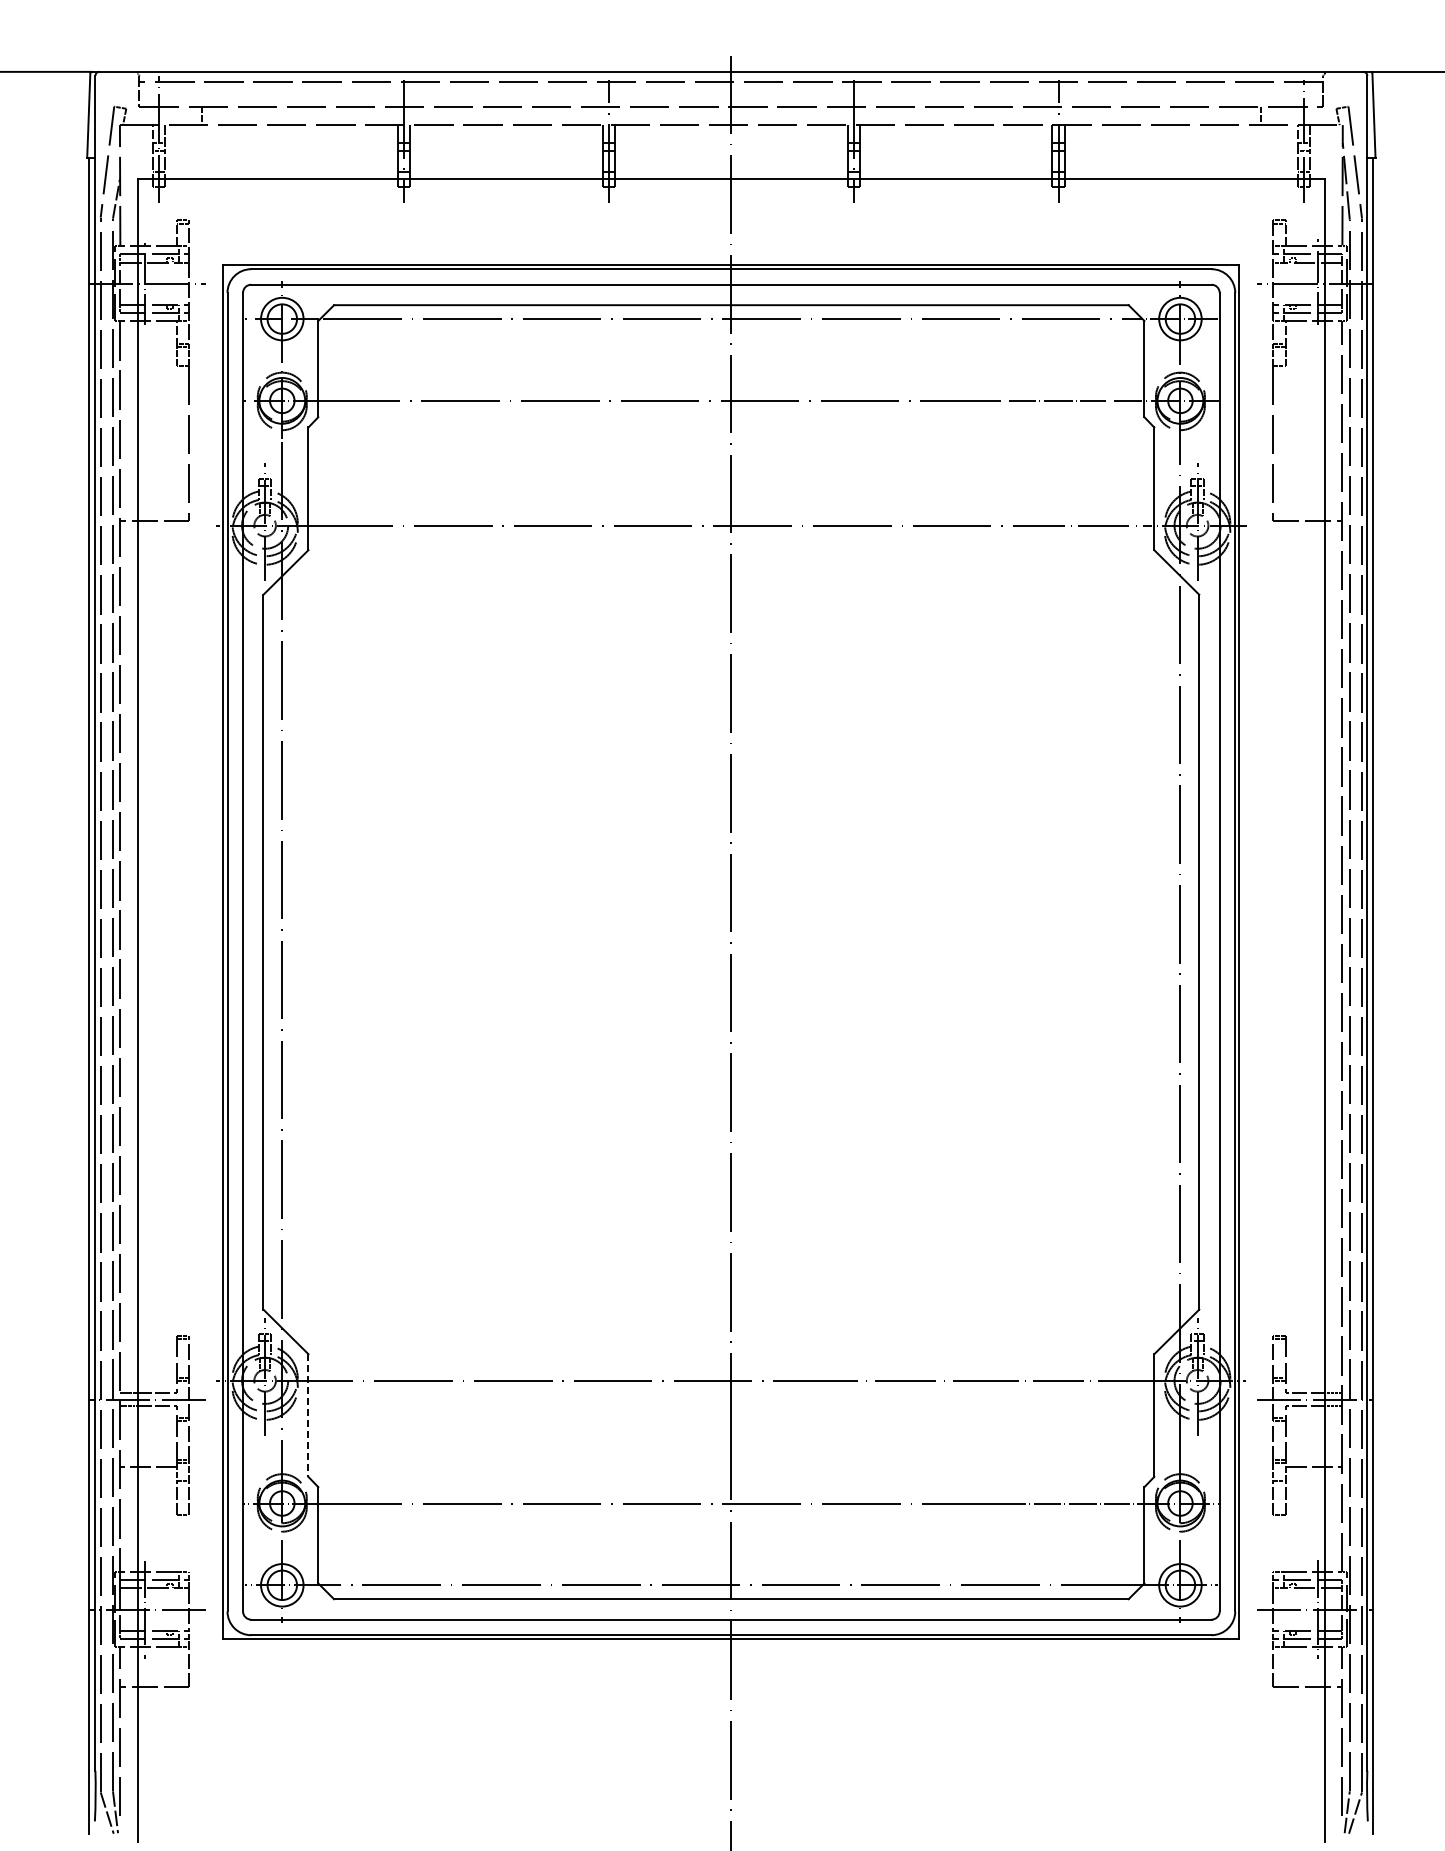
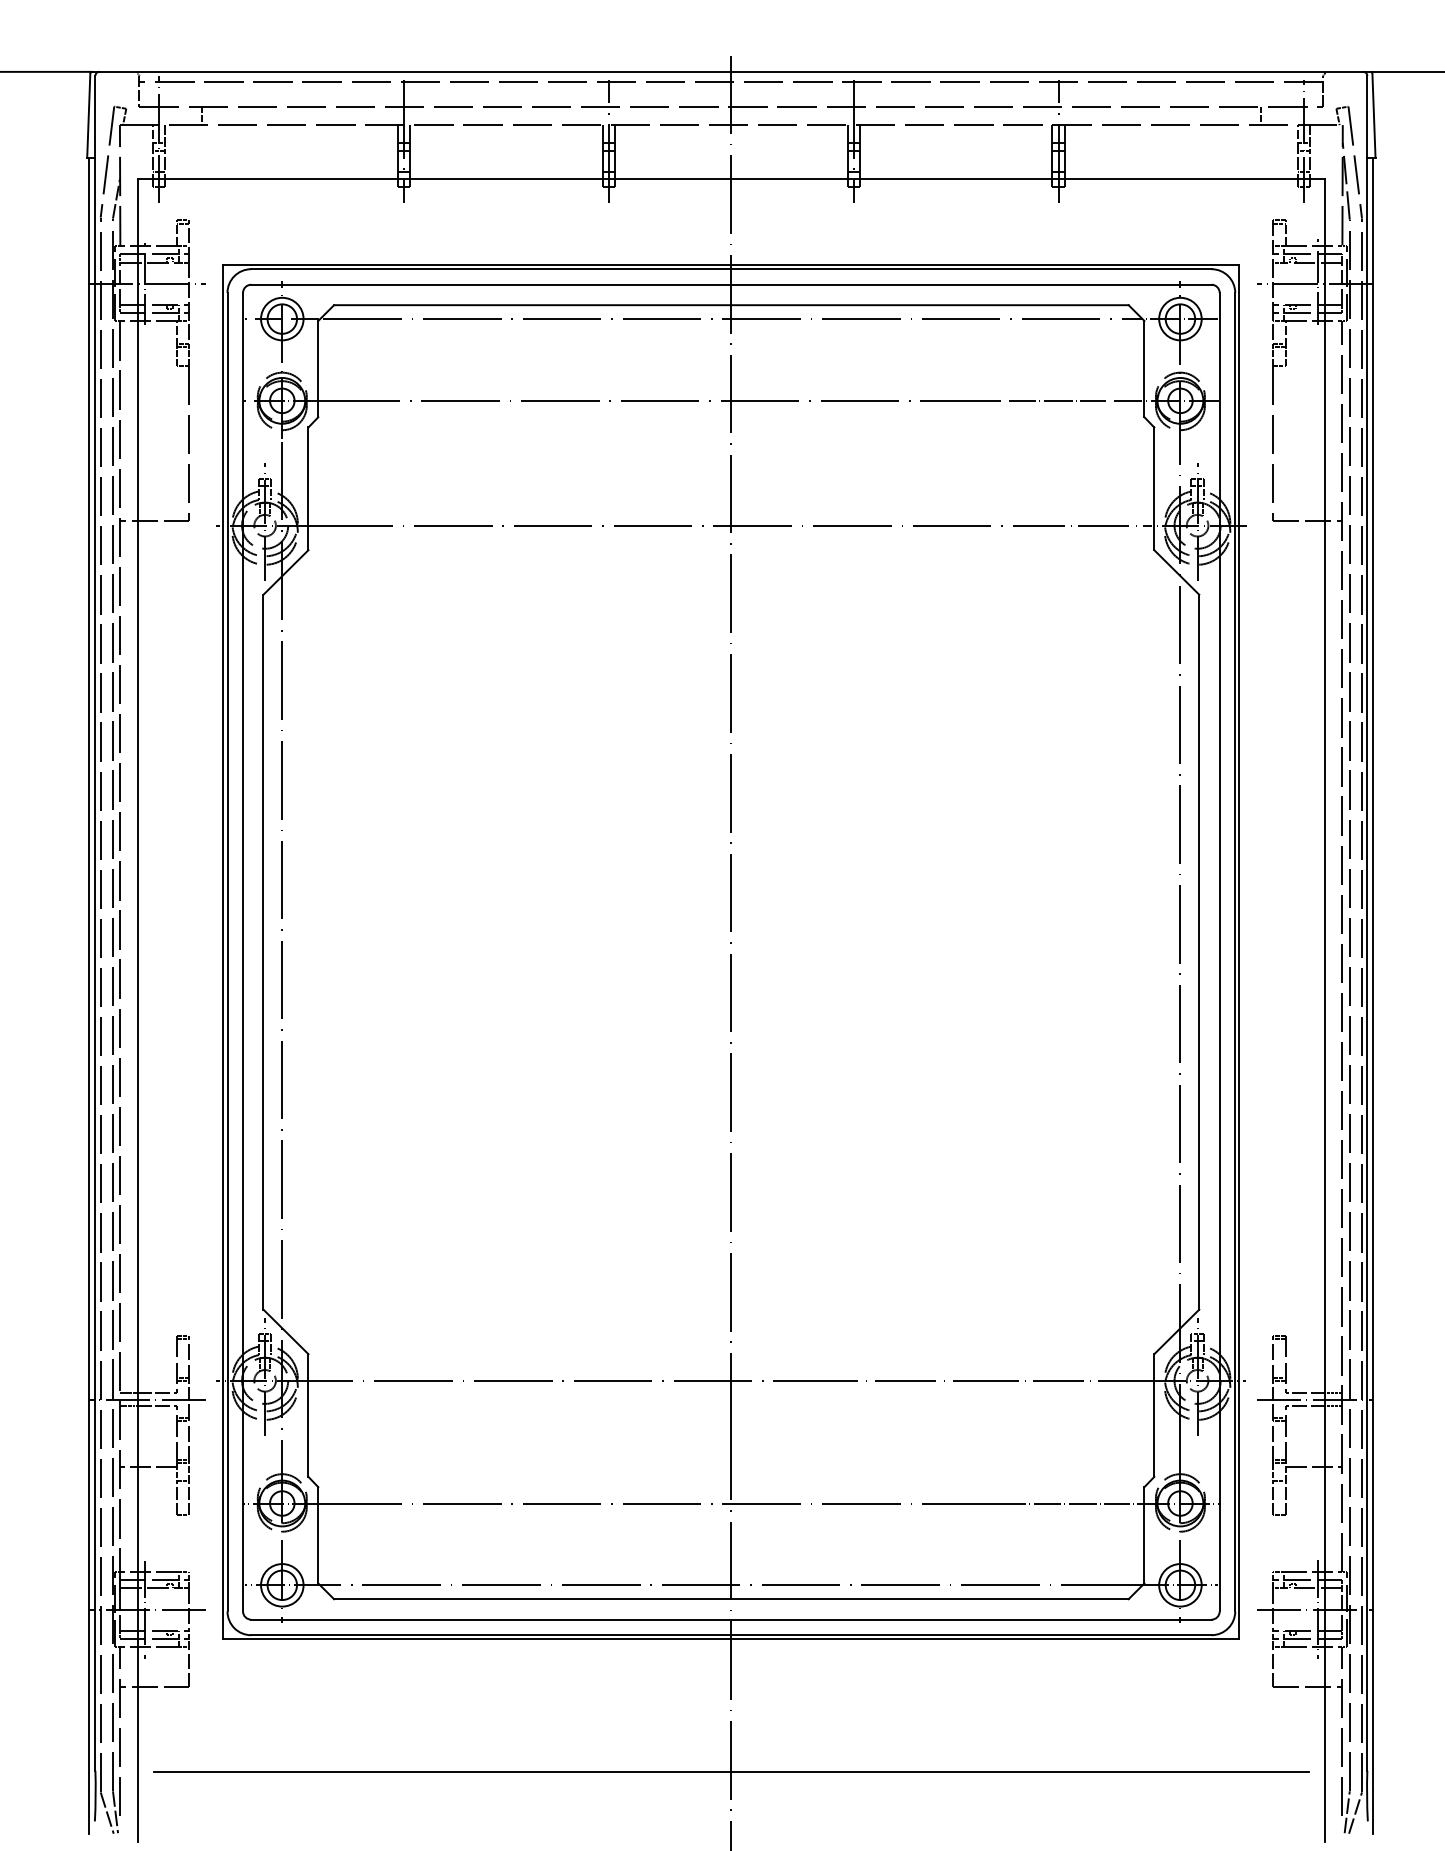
line at (308, 1416): dashed -> solid
line at (730, 1771): none -> present
